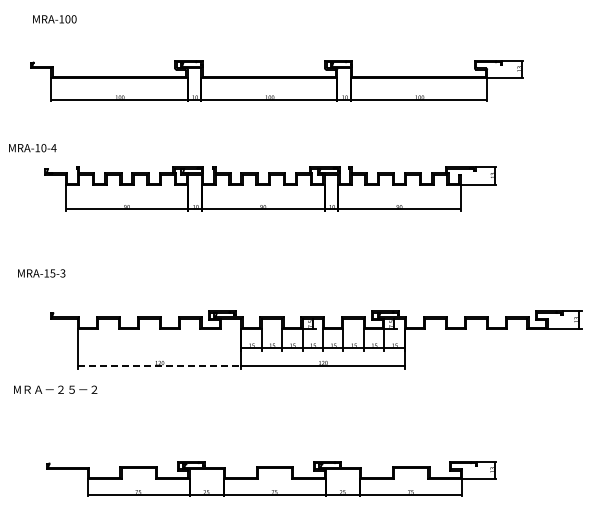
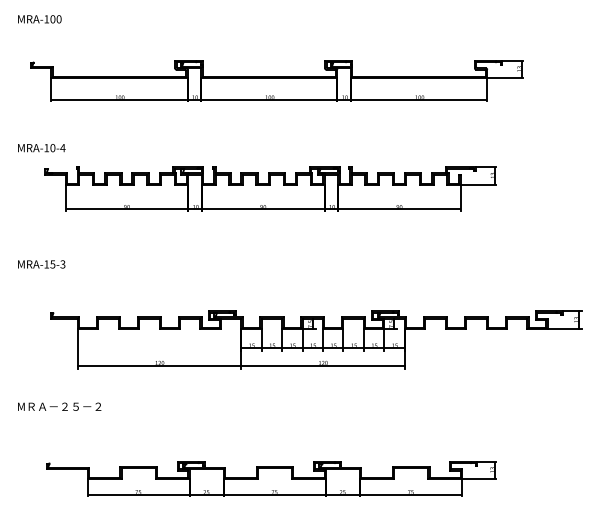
text at (54, 19) position: (54, 19) -> (39, 19)
text at (32, 148) position: (32, 148) -> (41, 148)
text at (41, 273) position: (41, 273) -> (41, 264)
line at (159, 365): dashed -> solid
text at (55, 389) position: (55, 389) -> (59, 406)
